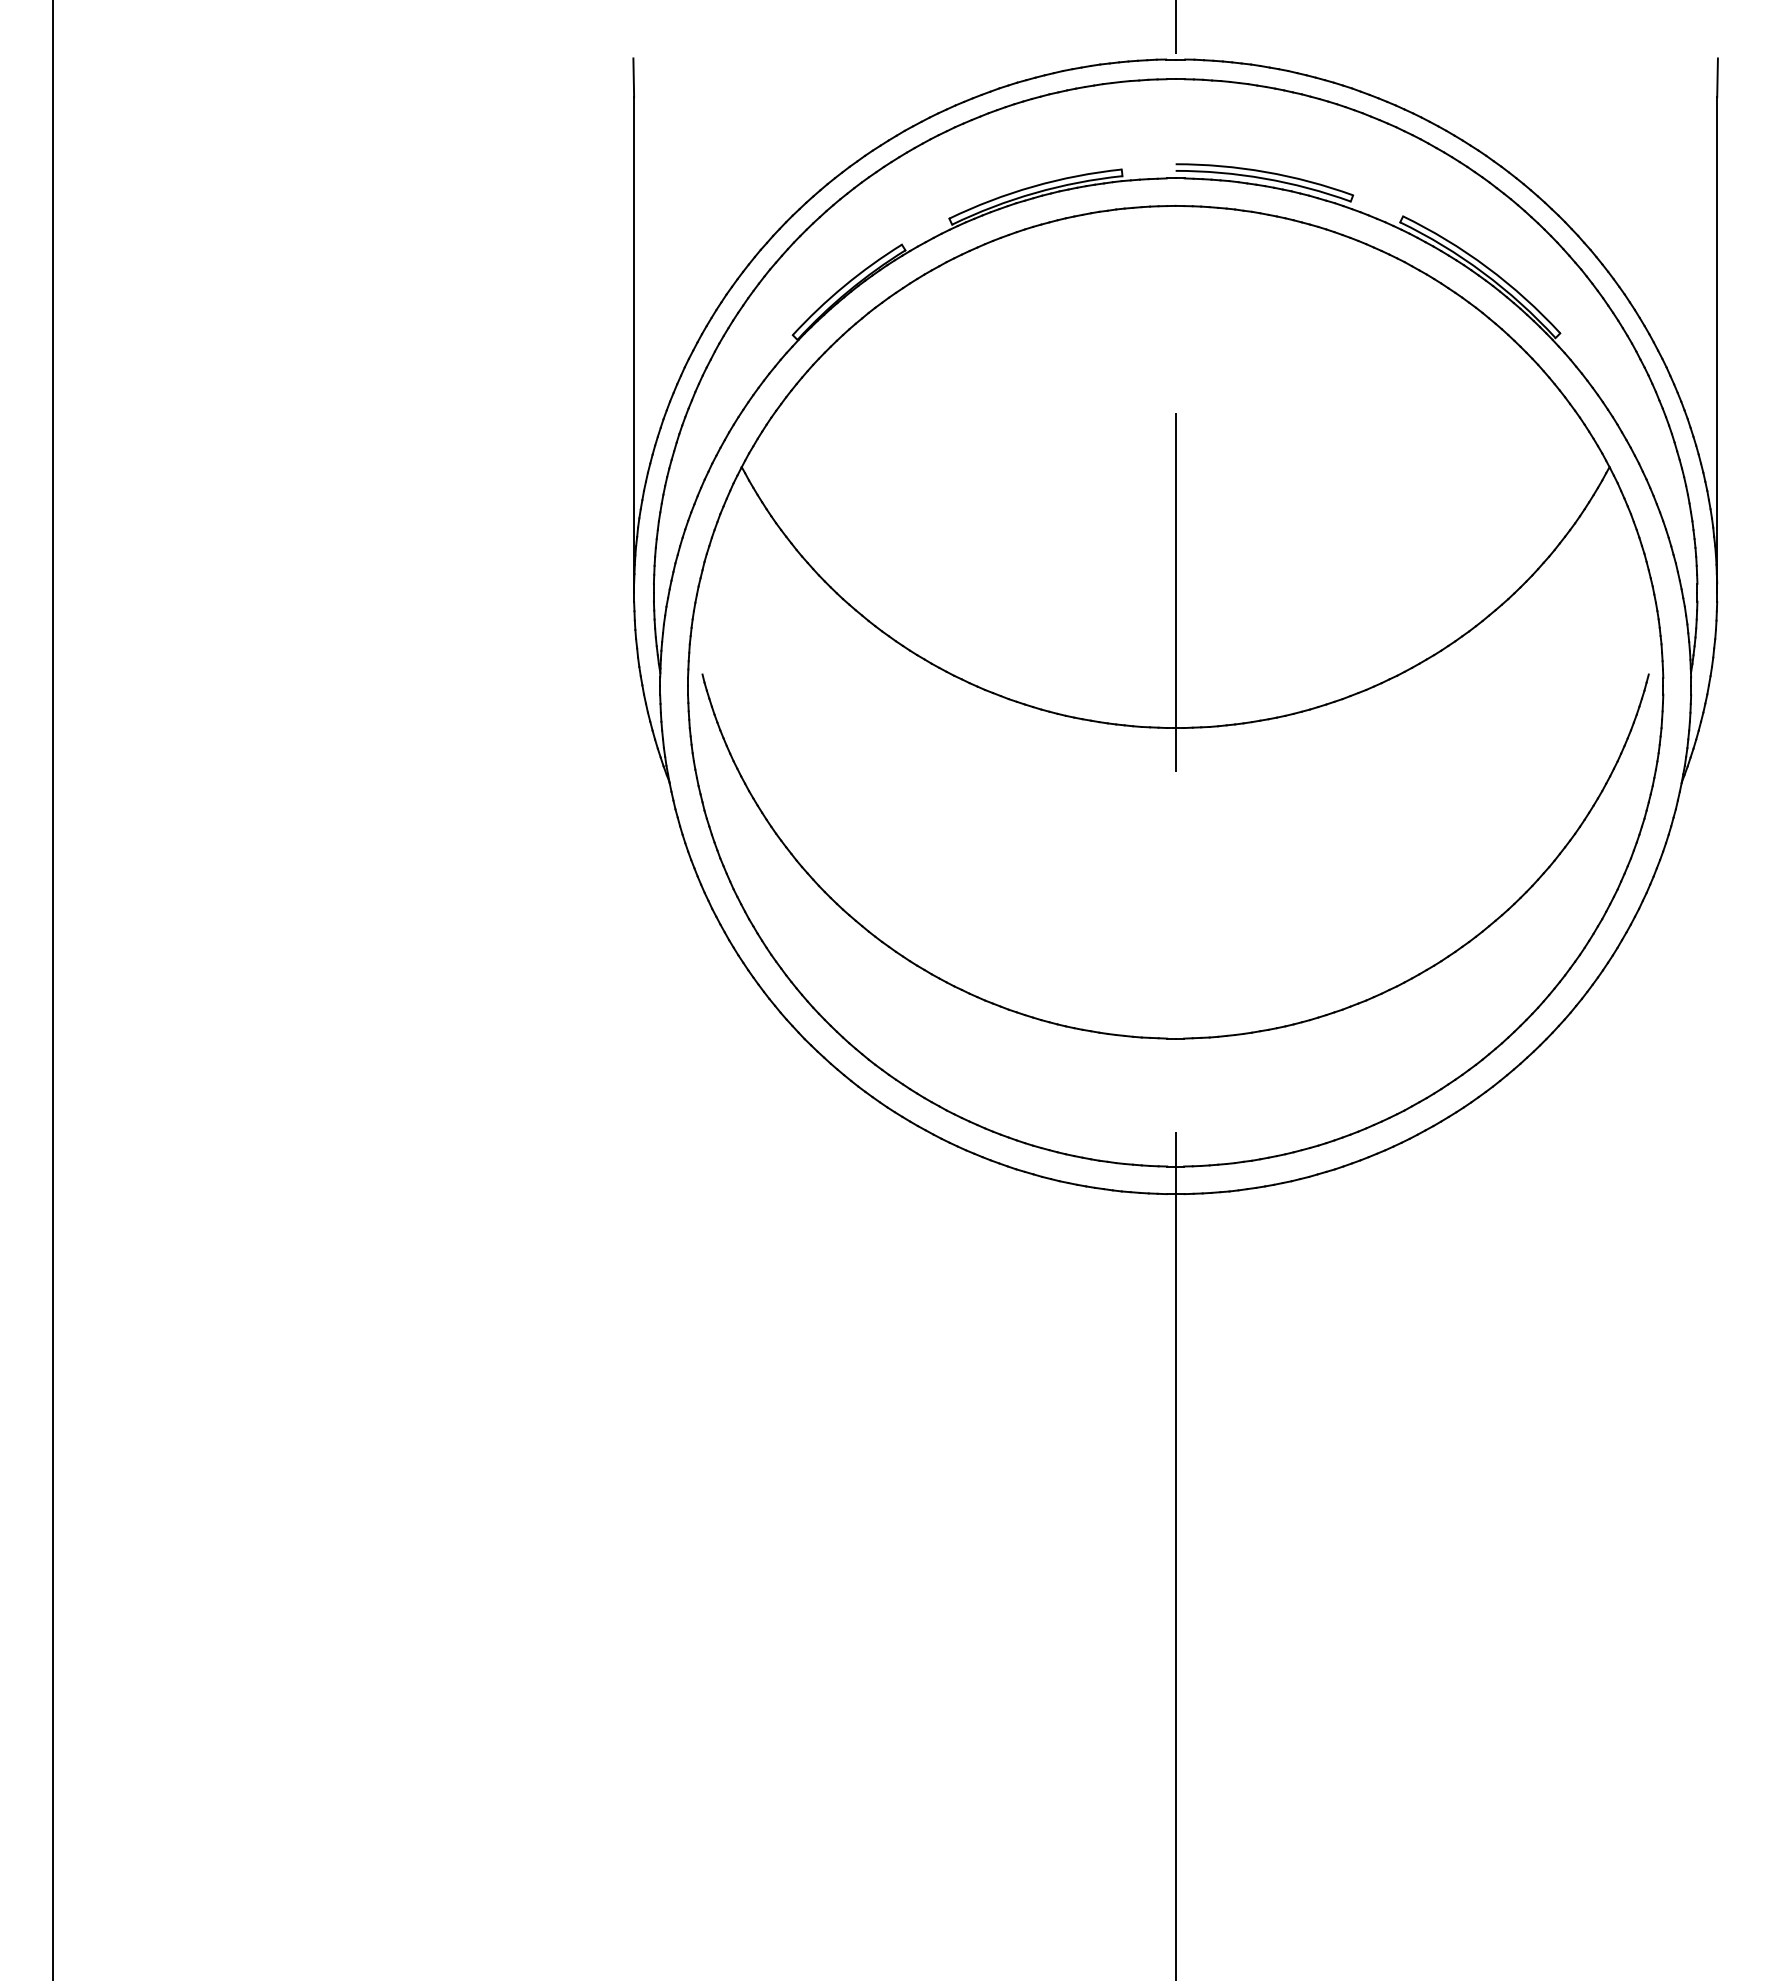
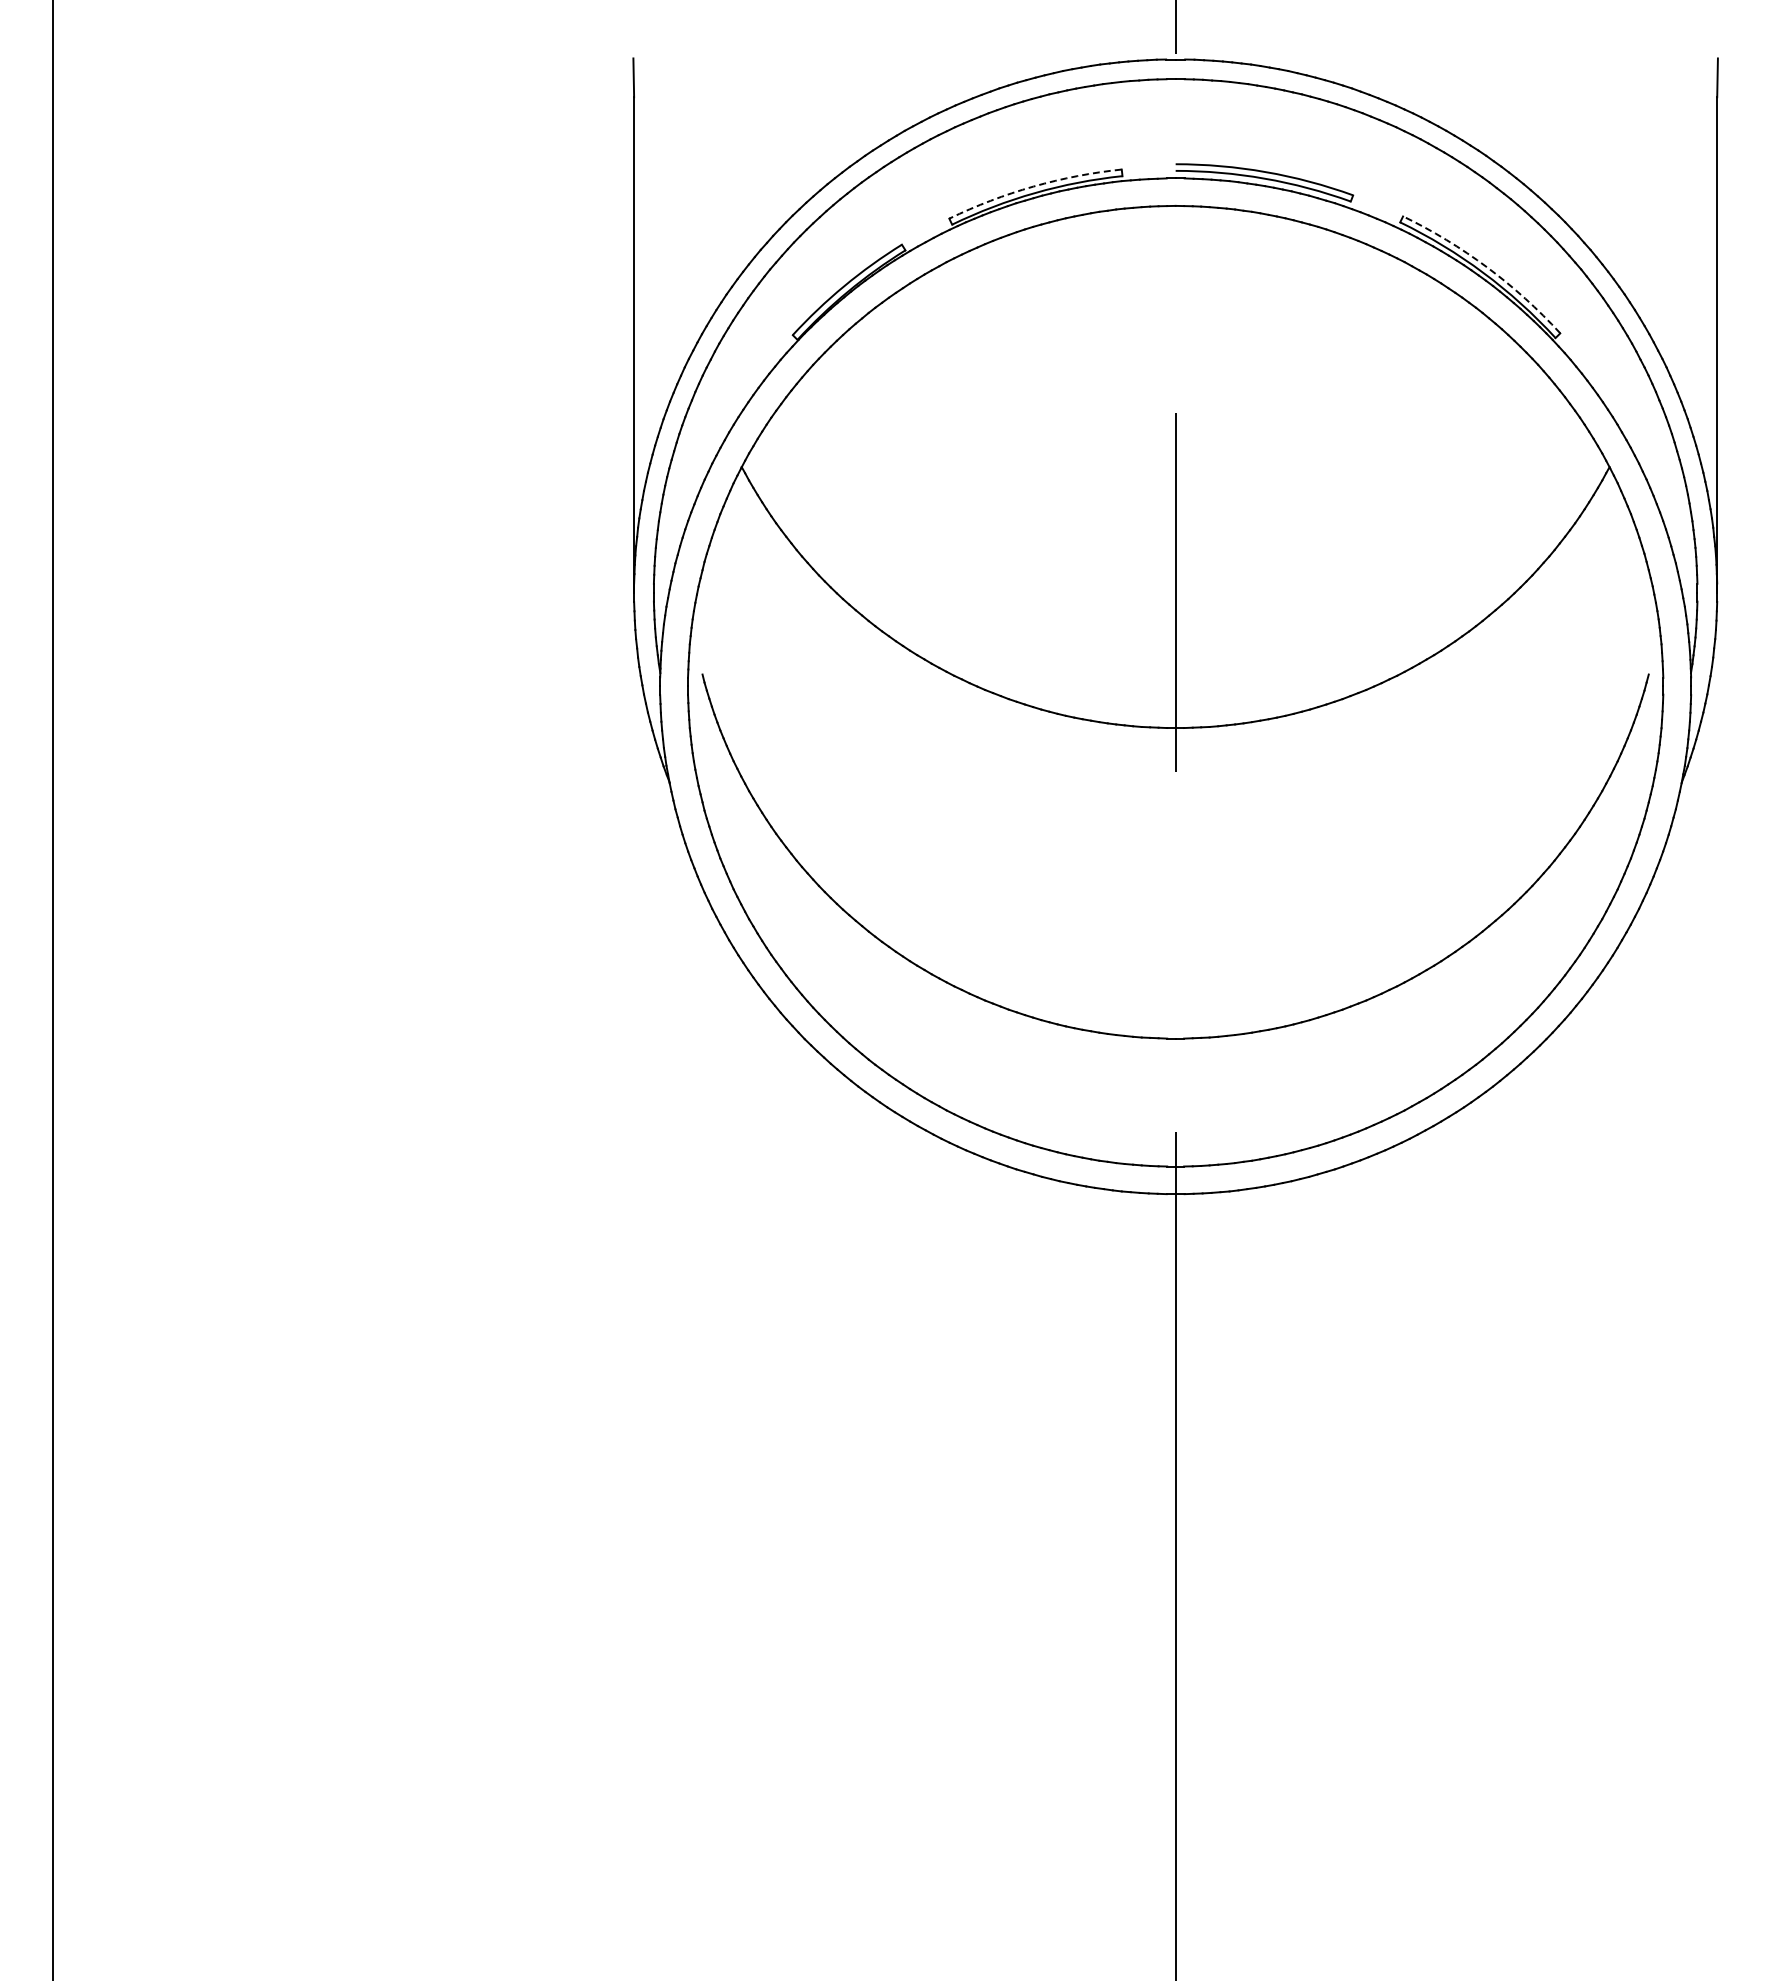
arc at (1033, 186): solid -> dashed
arc at (1487, 267): solid -> dashed
